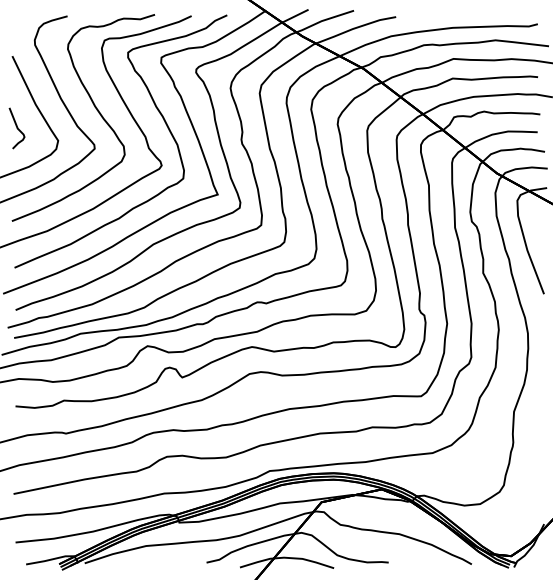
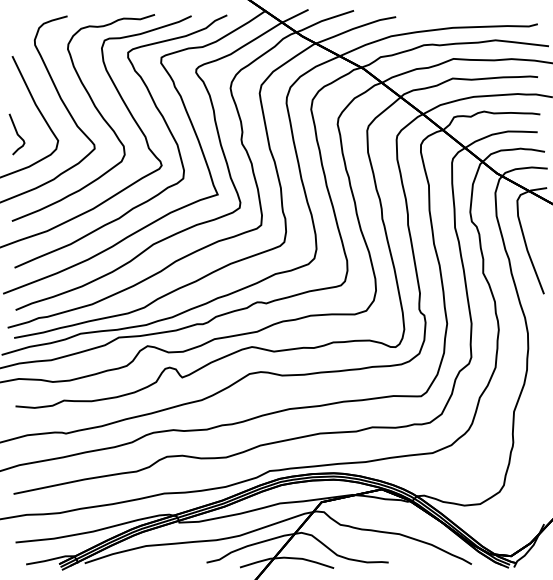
part at (16, 128) position: (16, 128) -> (16, 134)
